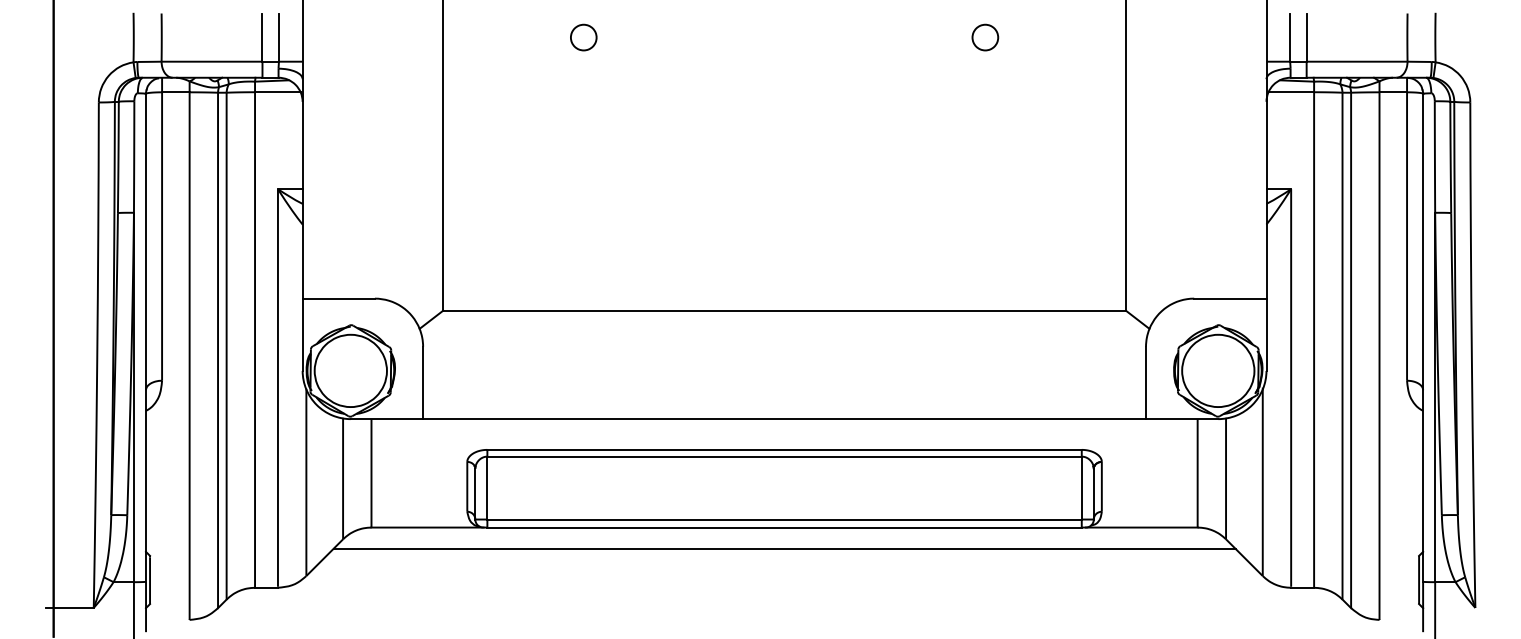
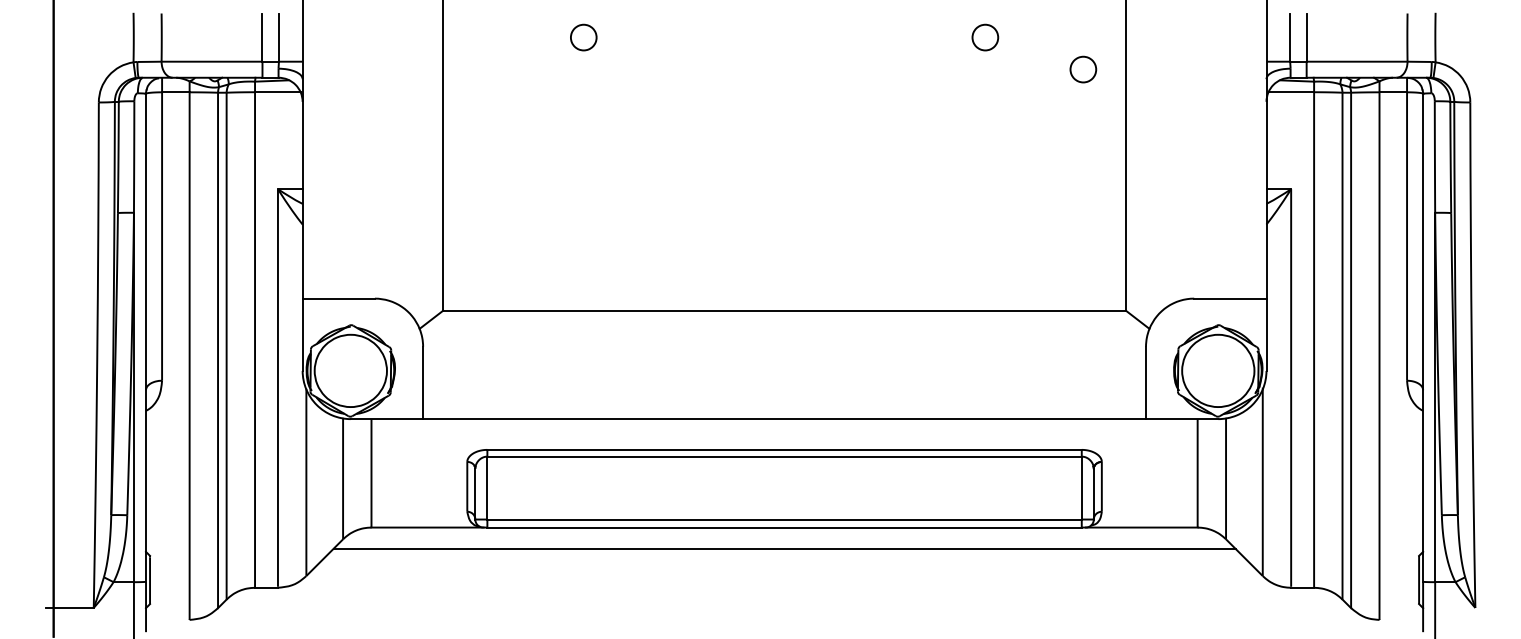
part at (1083, 69): none -> present
